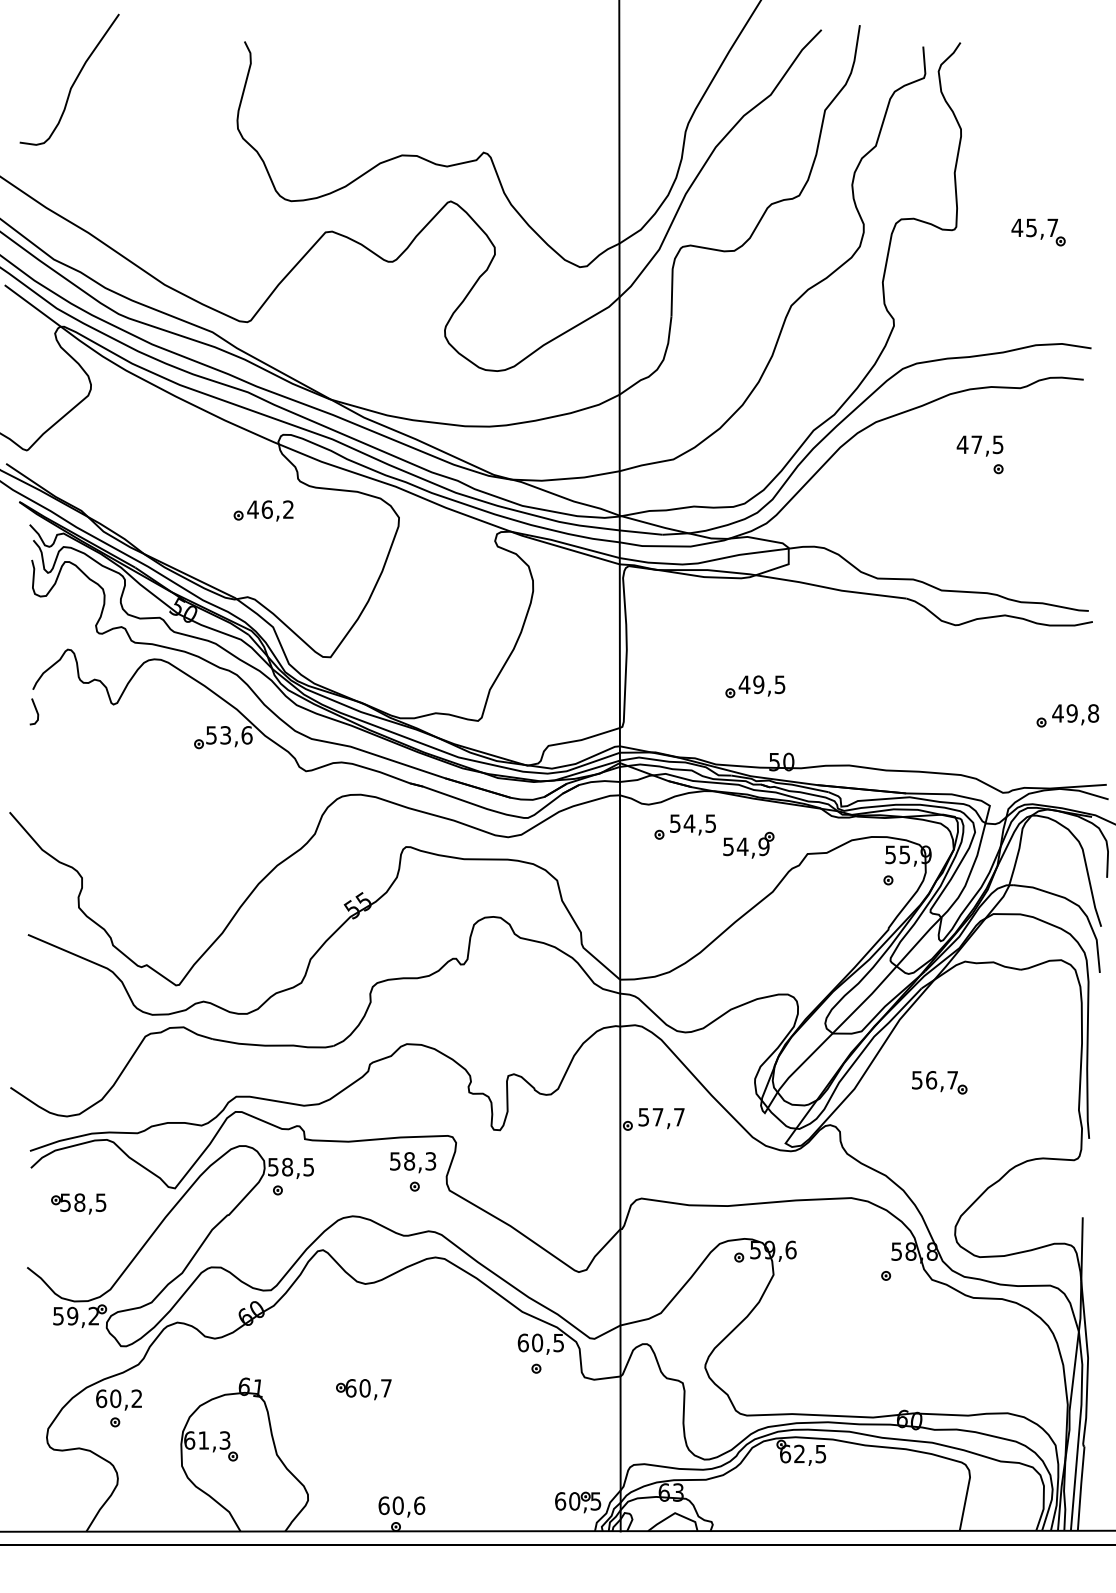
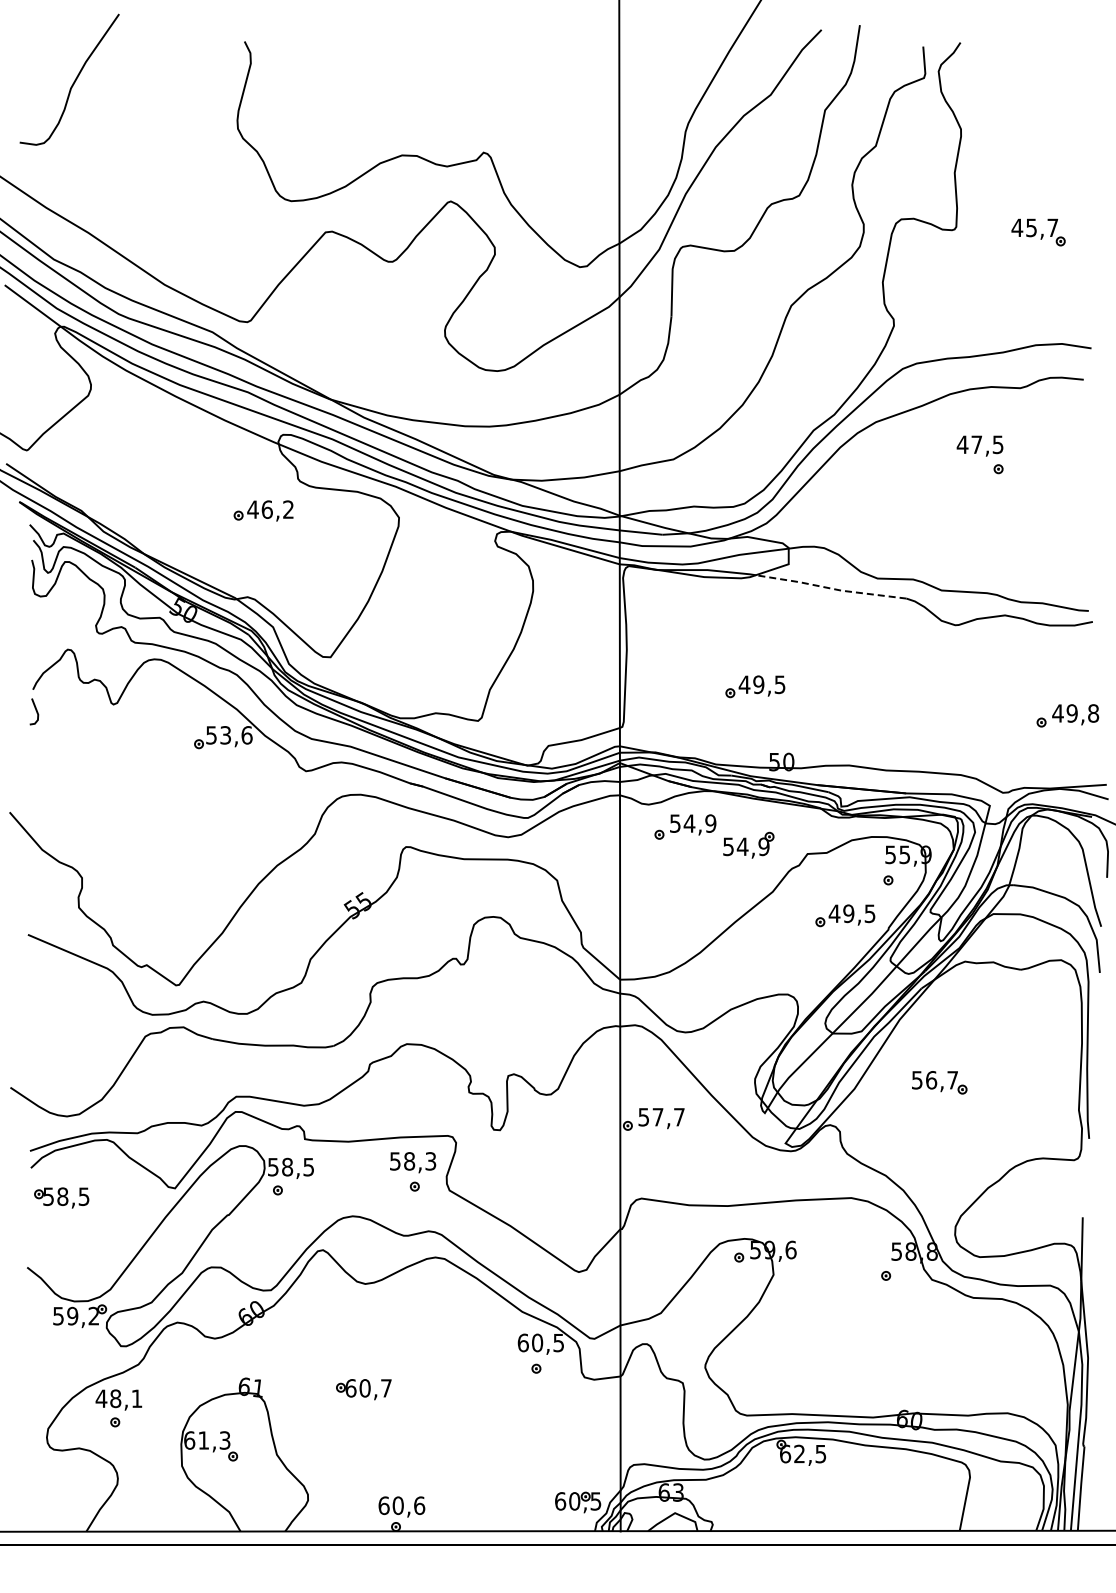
line at (830, 588): solid -> dashed
text at (710, 823): 54,5 -> 54,9
part at (845, 915): none -> present
part at (78, 1203) position: (78, 1203) -> (61, 1197)
text at (118, 1398): 60,2 -> 48,1
